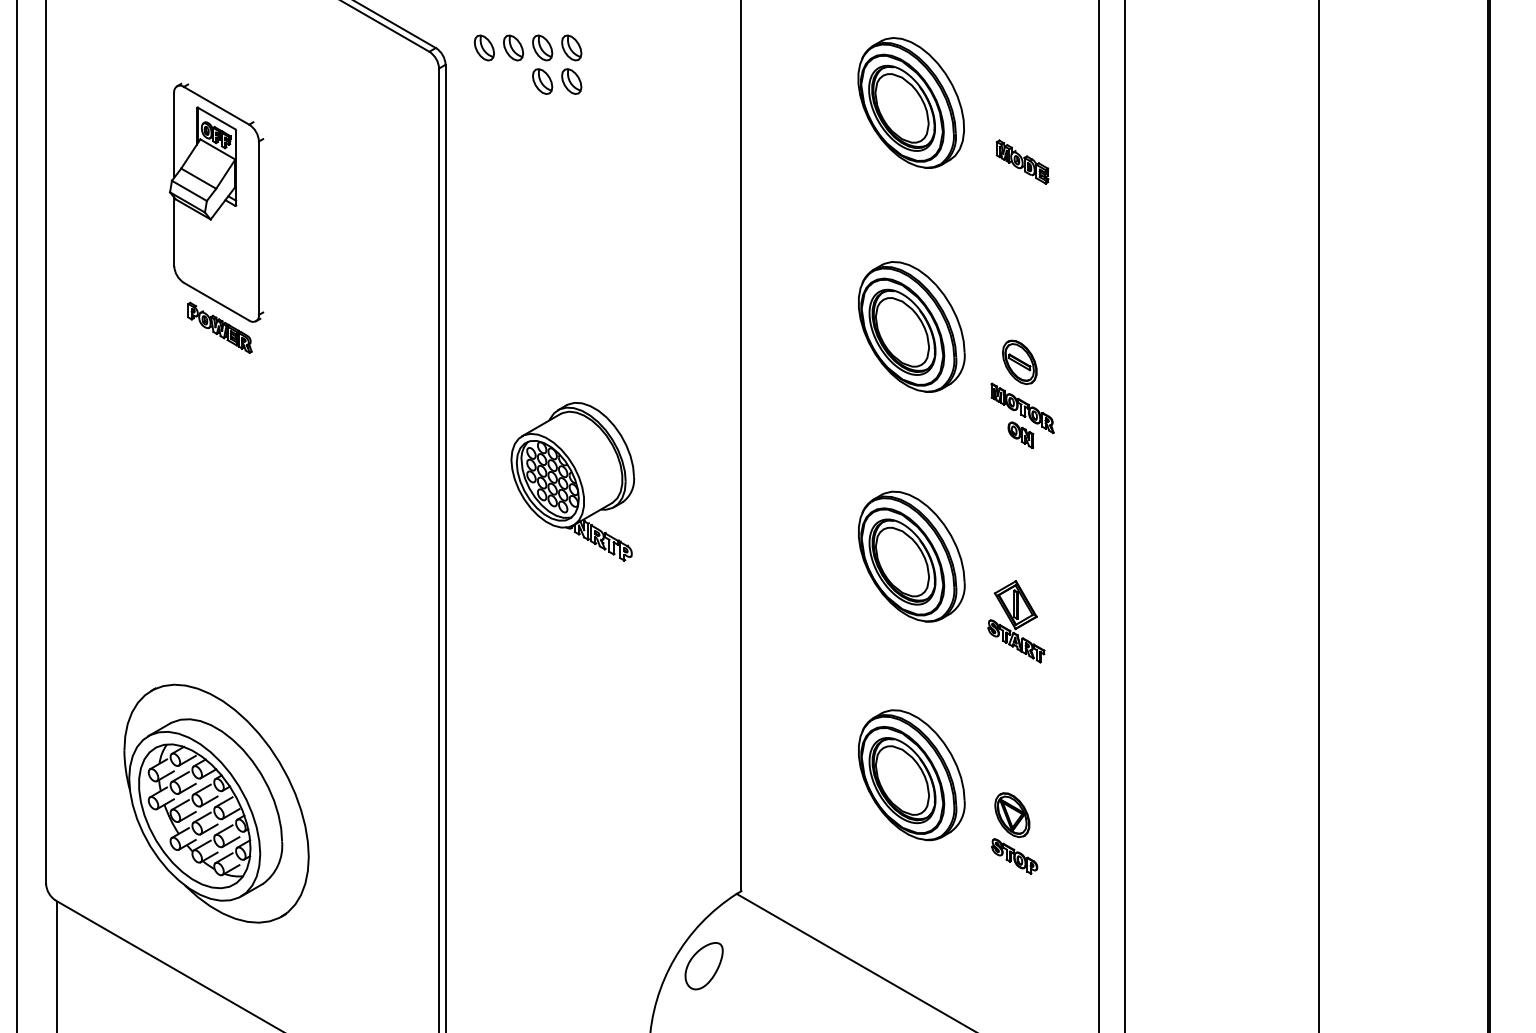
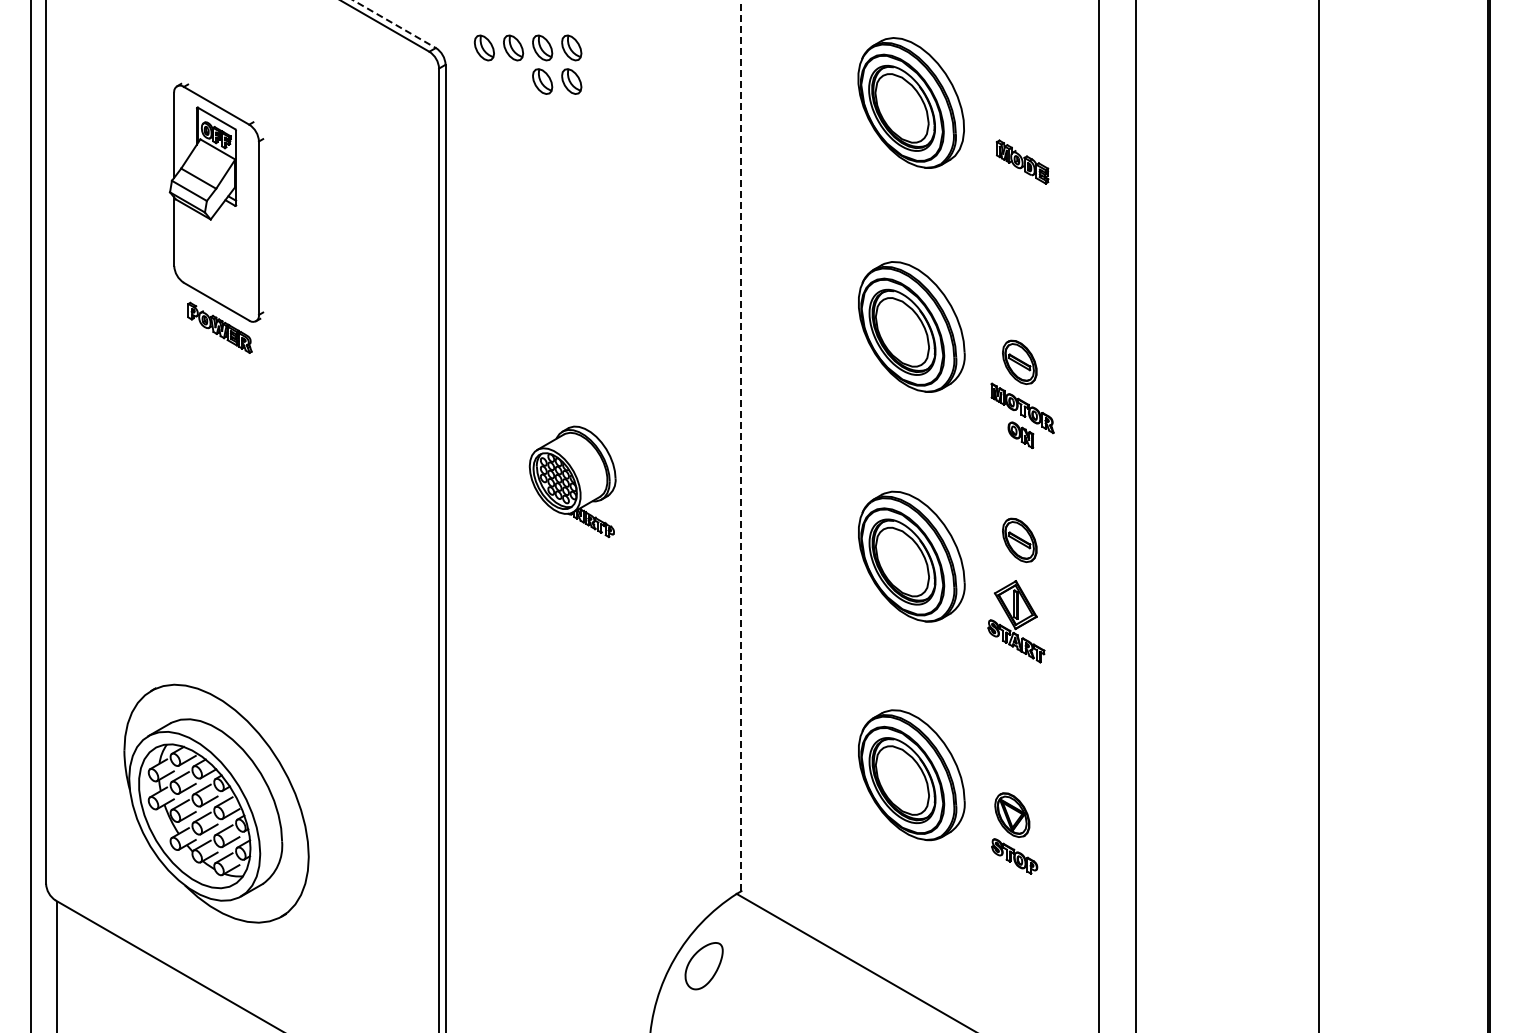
line at (394, 24): solid -> dashed
line at (741, 445): solid -> dashed
part at (572, 481) size: 125x160 px -> 89x113 px
line at (17, 515) position: (17, 515) -> (31, 515)
line at (1124, 515) position: (1124, 515) -> (1135, 515)
part at (1019, 539): none -> present
